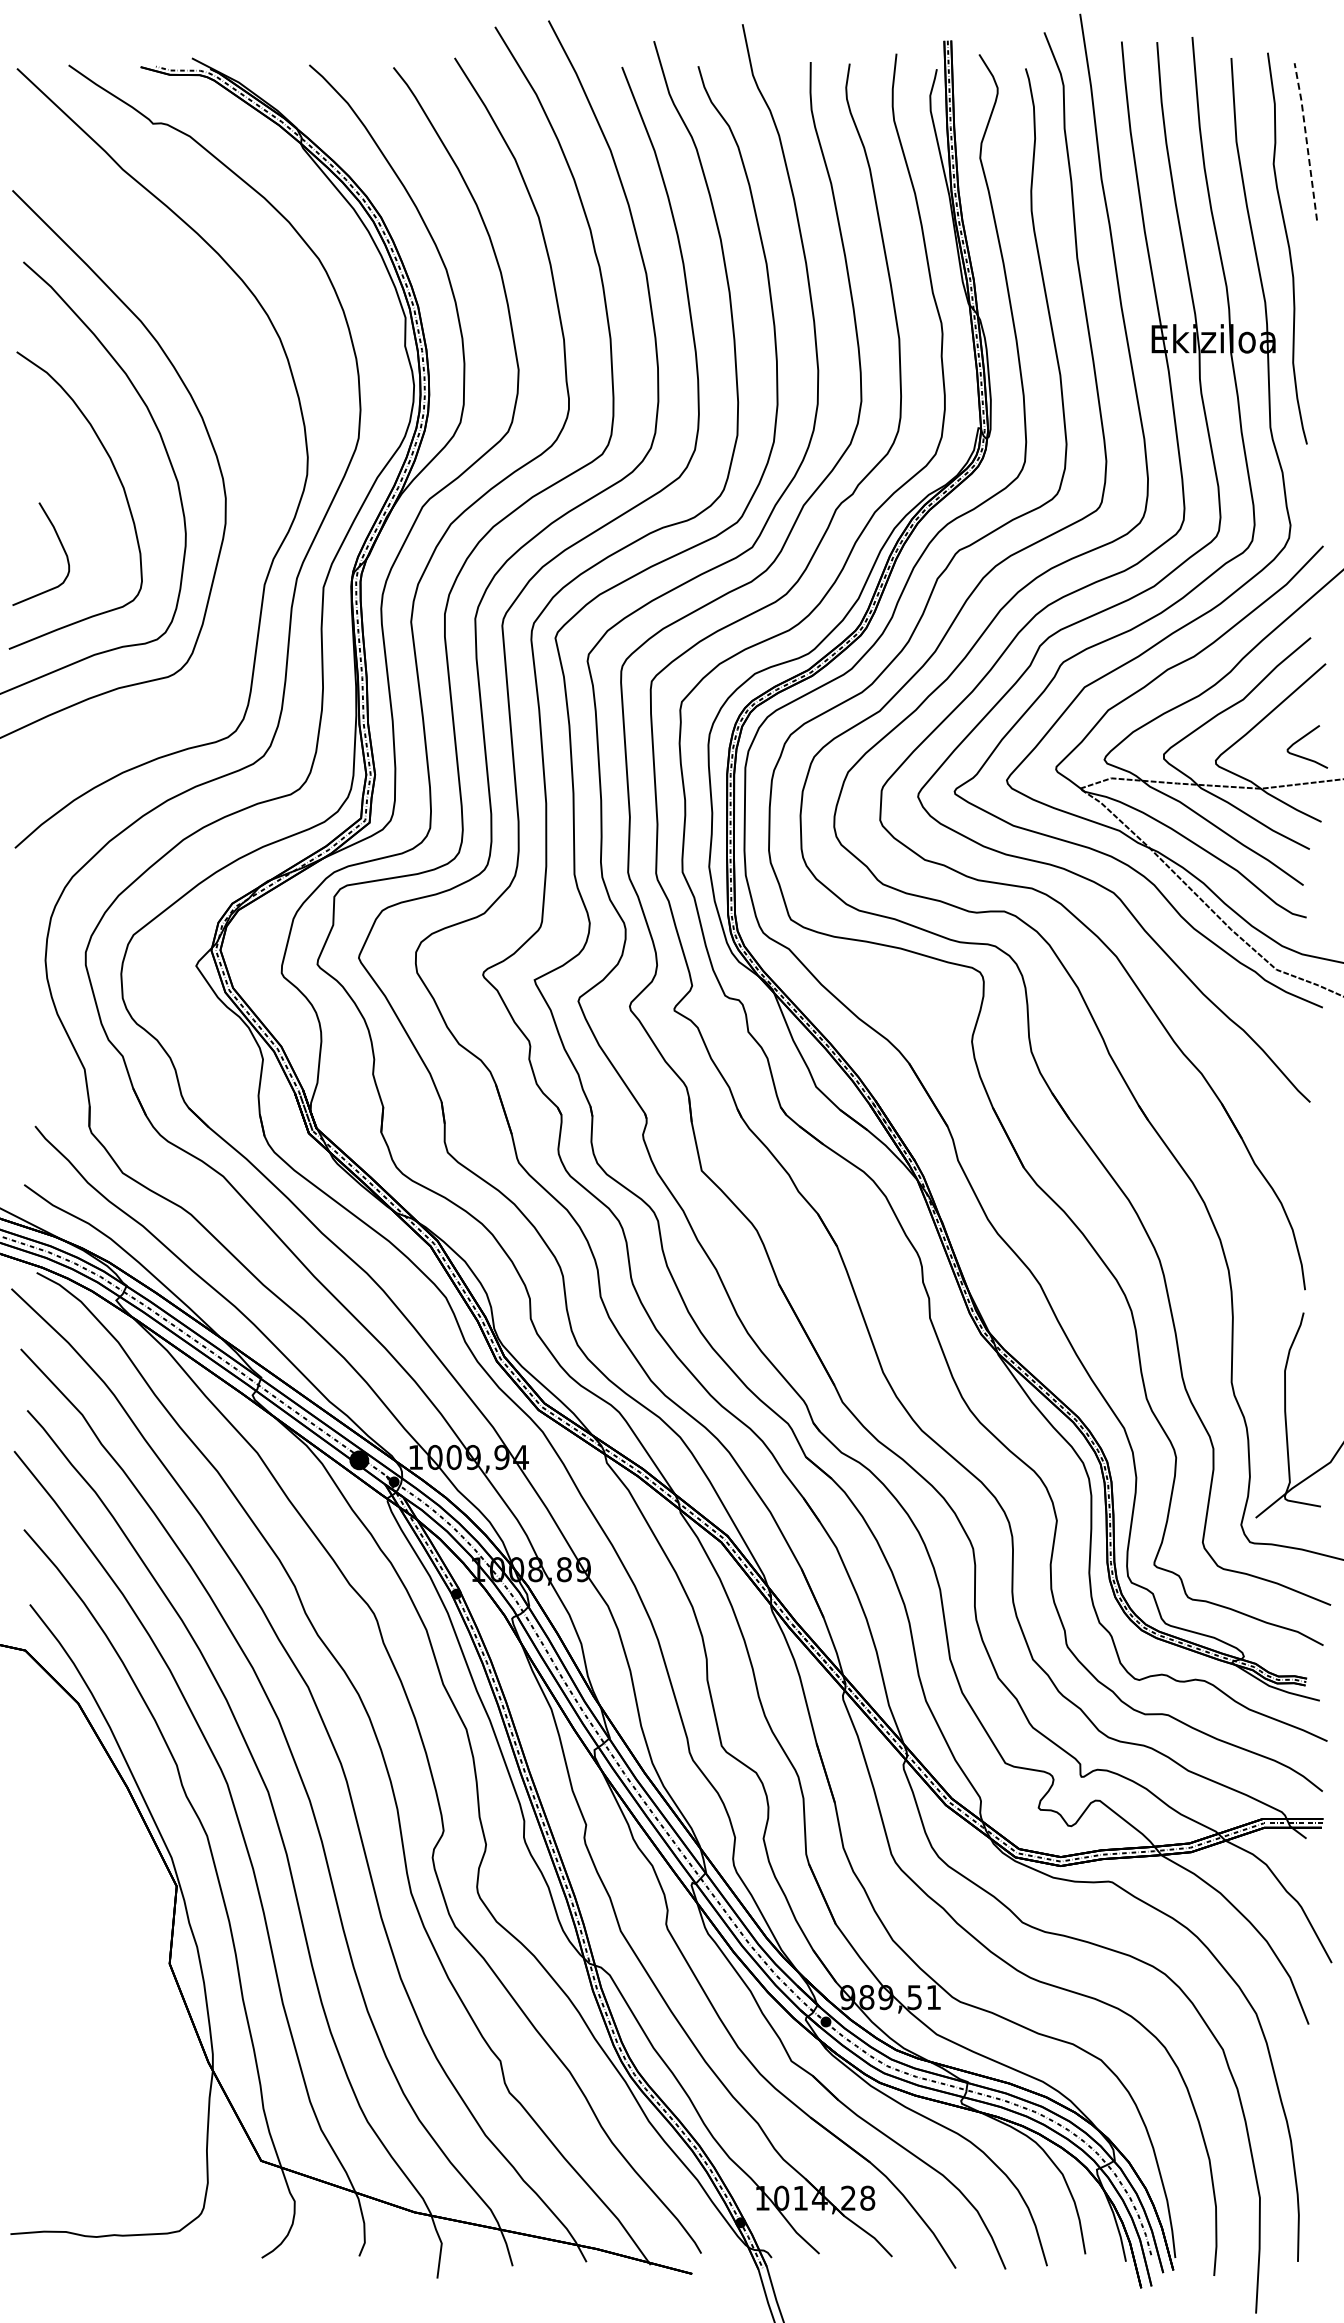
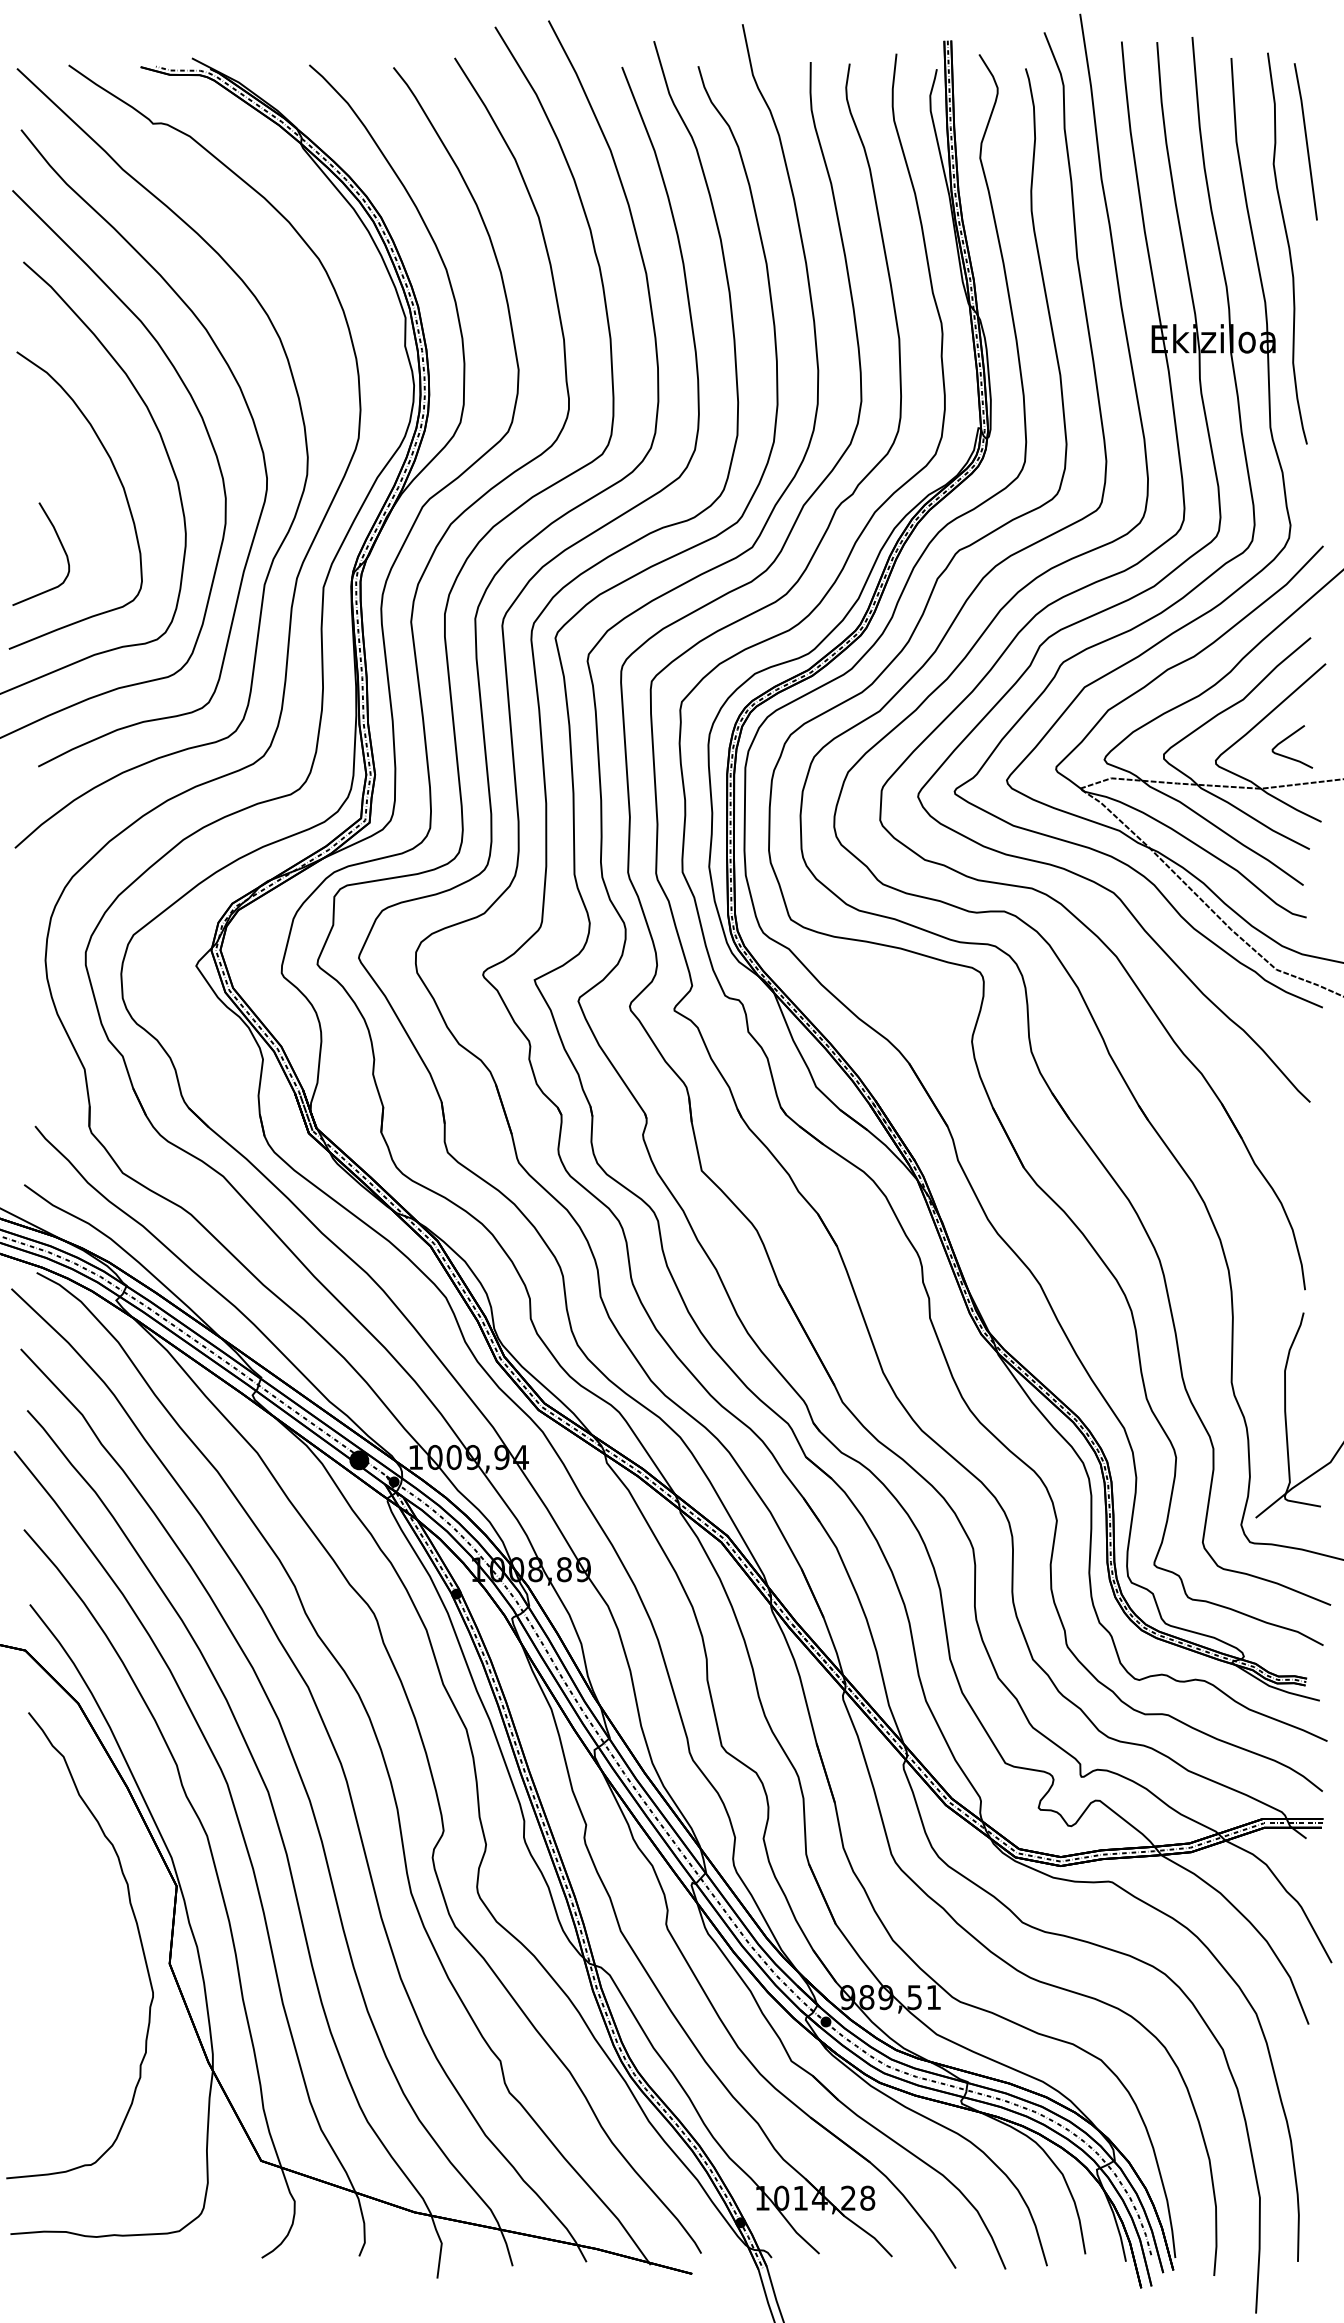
line at (1306, 140): dashed -> solid
curve at (245, 404): none -> present
curve at (1303, 738) position: (1303, 738) -> (1288, 738)
curve at (137, 1931): none -> present
